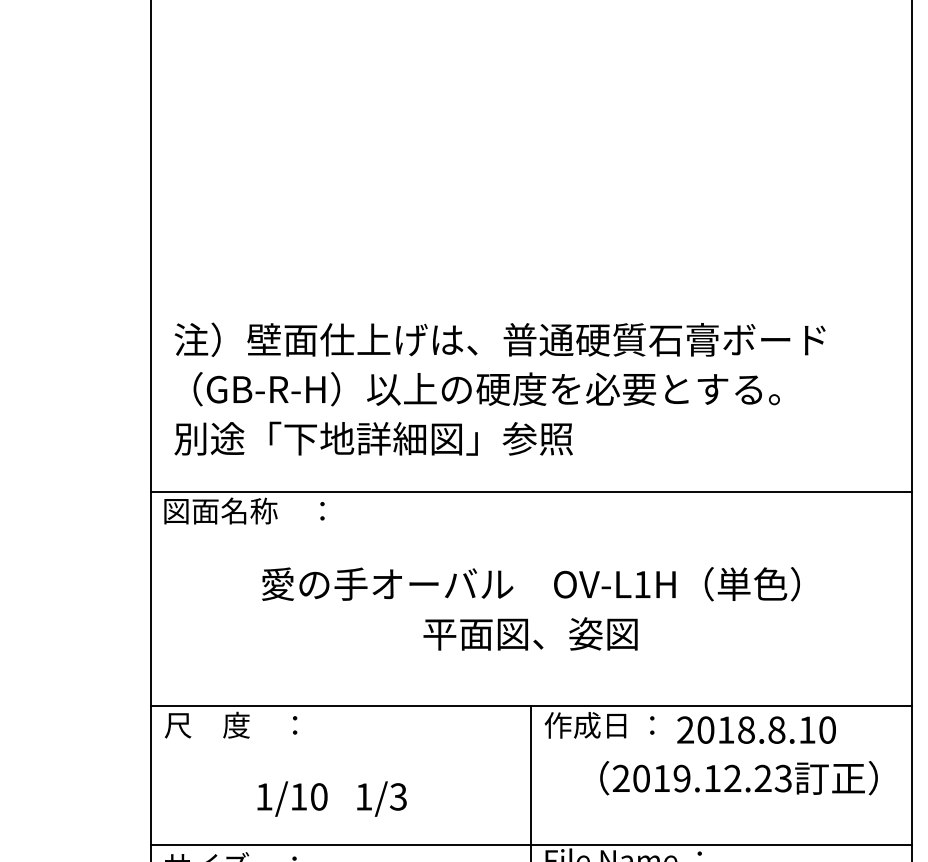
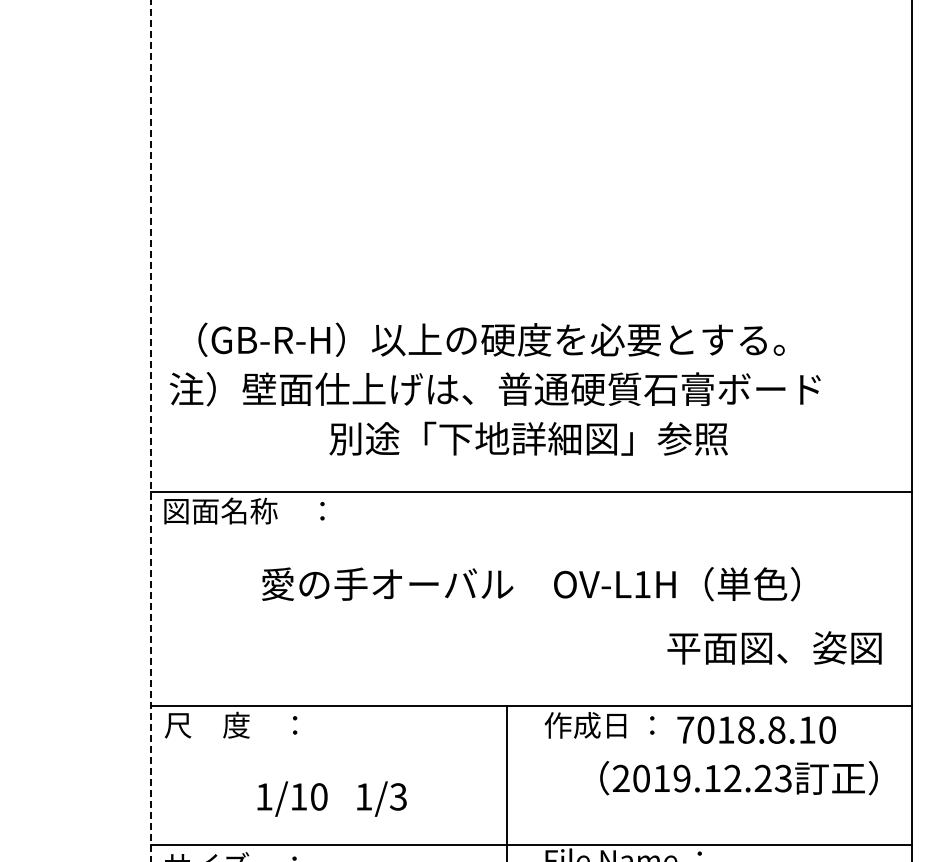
text at (499, 339): 注）壁面仕上げは、普通硬質石膏ボード -> （GB-R-H）以上の硬度を必要とする。
text at (494, 389): （GB-R-H）以上の硬度を必要とする。 -> 注）壁面仕上げは、普通硬質石膏ボード
line at (151, 431): solid -> dashed
text at (373, 438) position: (373, 438) -> (528, 438)
text at (530, 633) position: (530, 633) -> (774, 647)
text at (685, 729): 2018.8.10 -> 7018.8.10
line at (531, 782) position: (531, 782) -> (507, 782)
